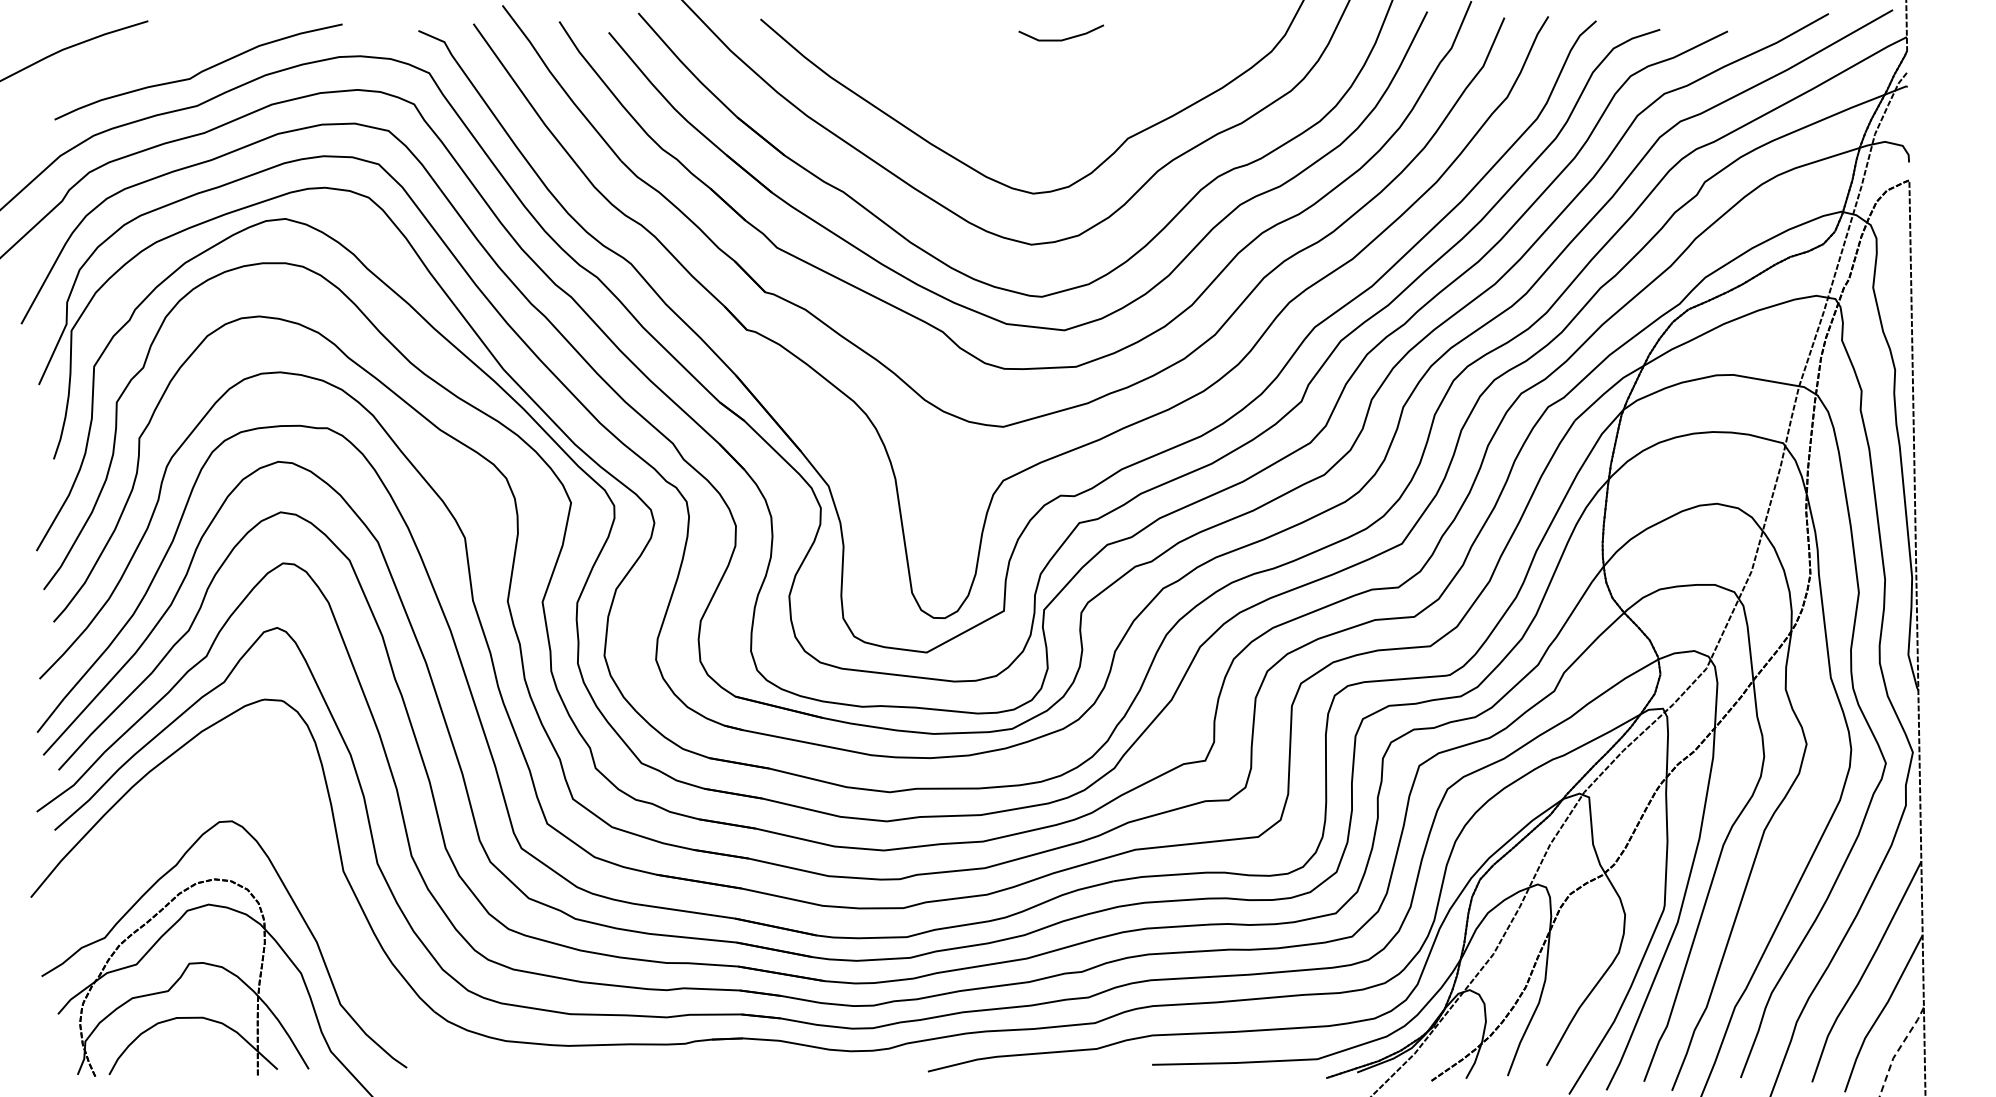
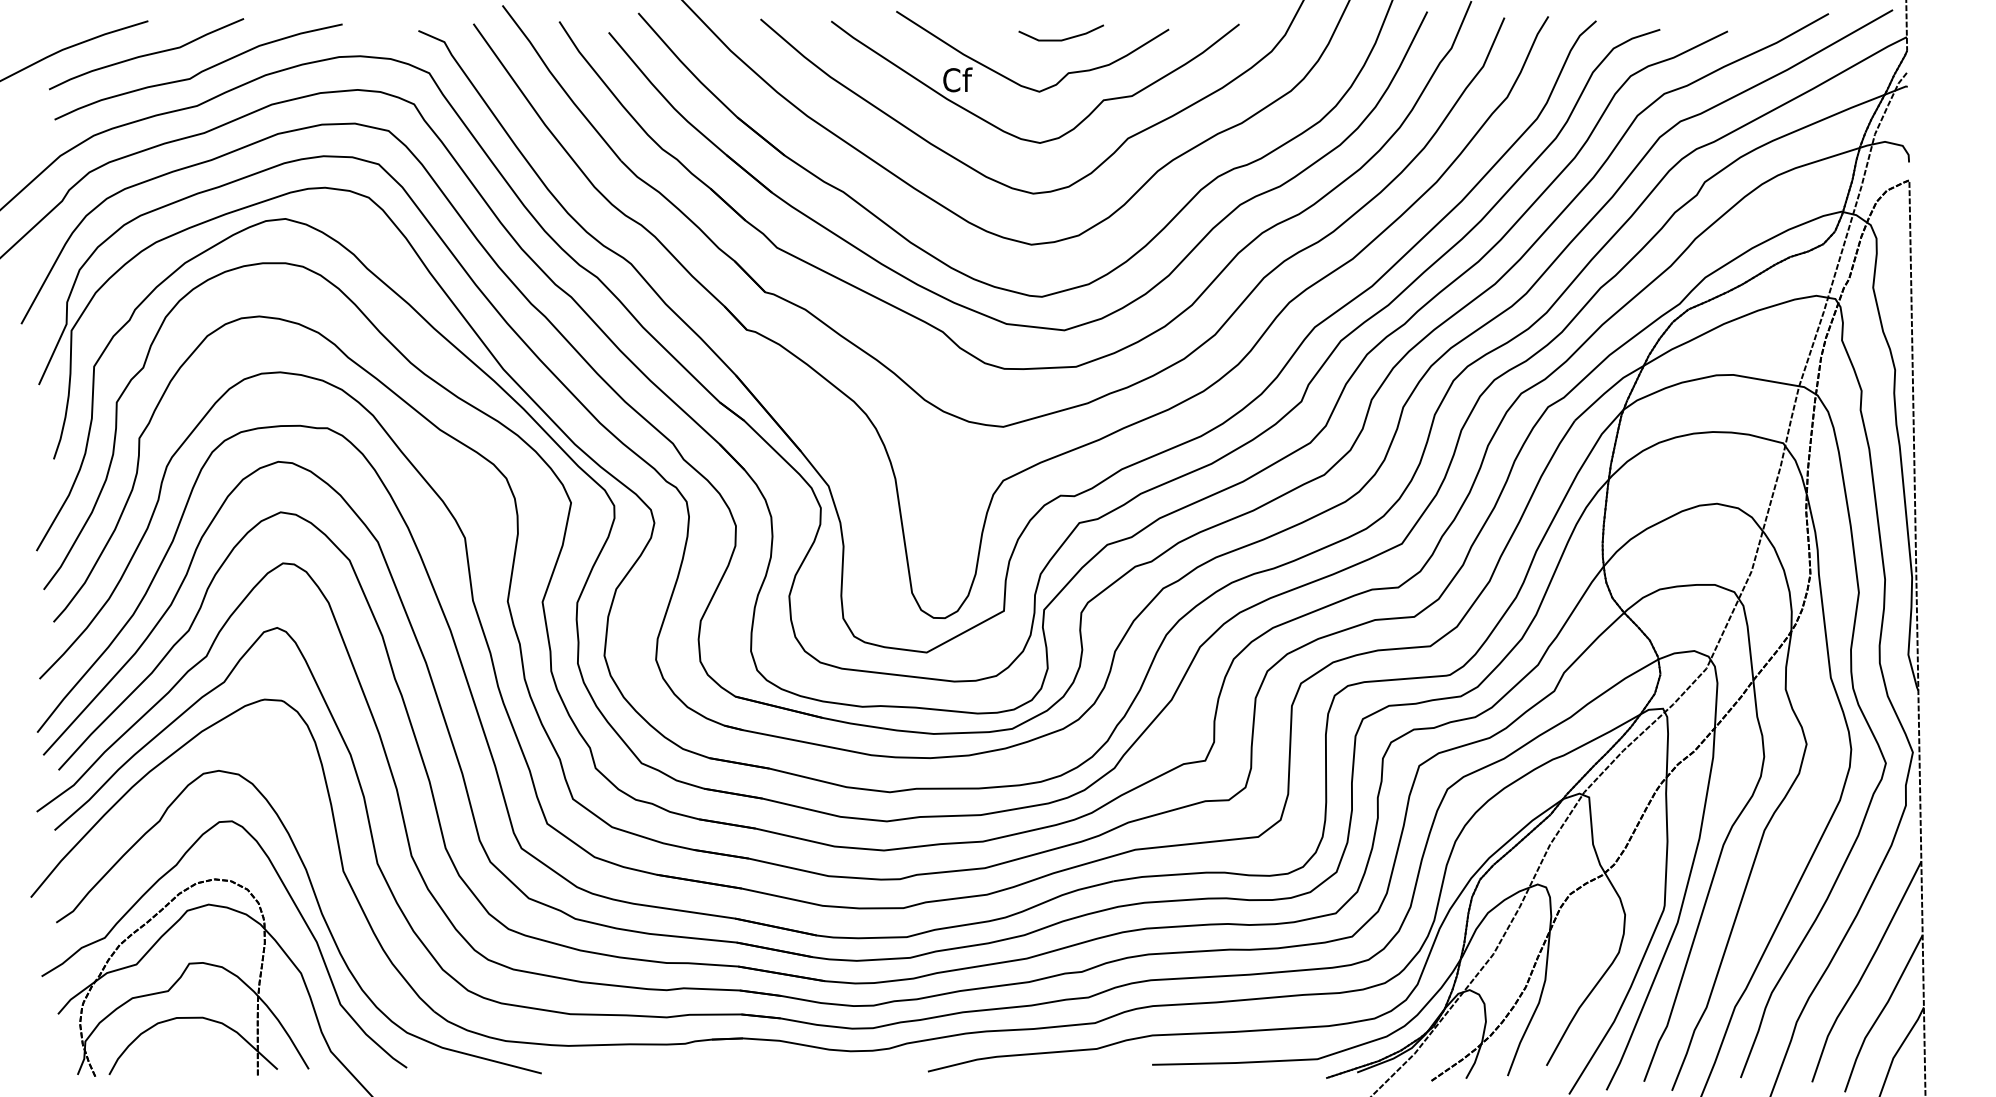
curve at (146, 54): none -> present
part at (1033, 88): none -> present
curve at (320, 913): none -> present
line at (1898, 1049): dashed -> solid
